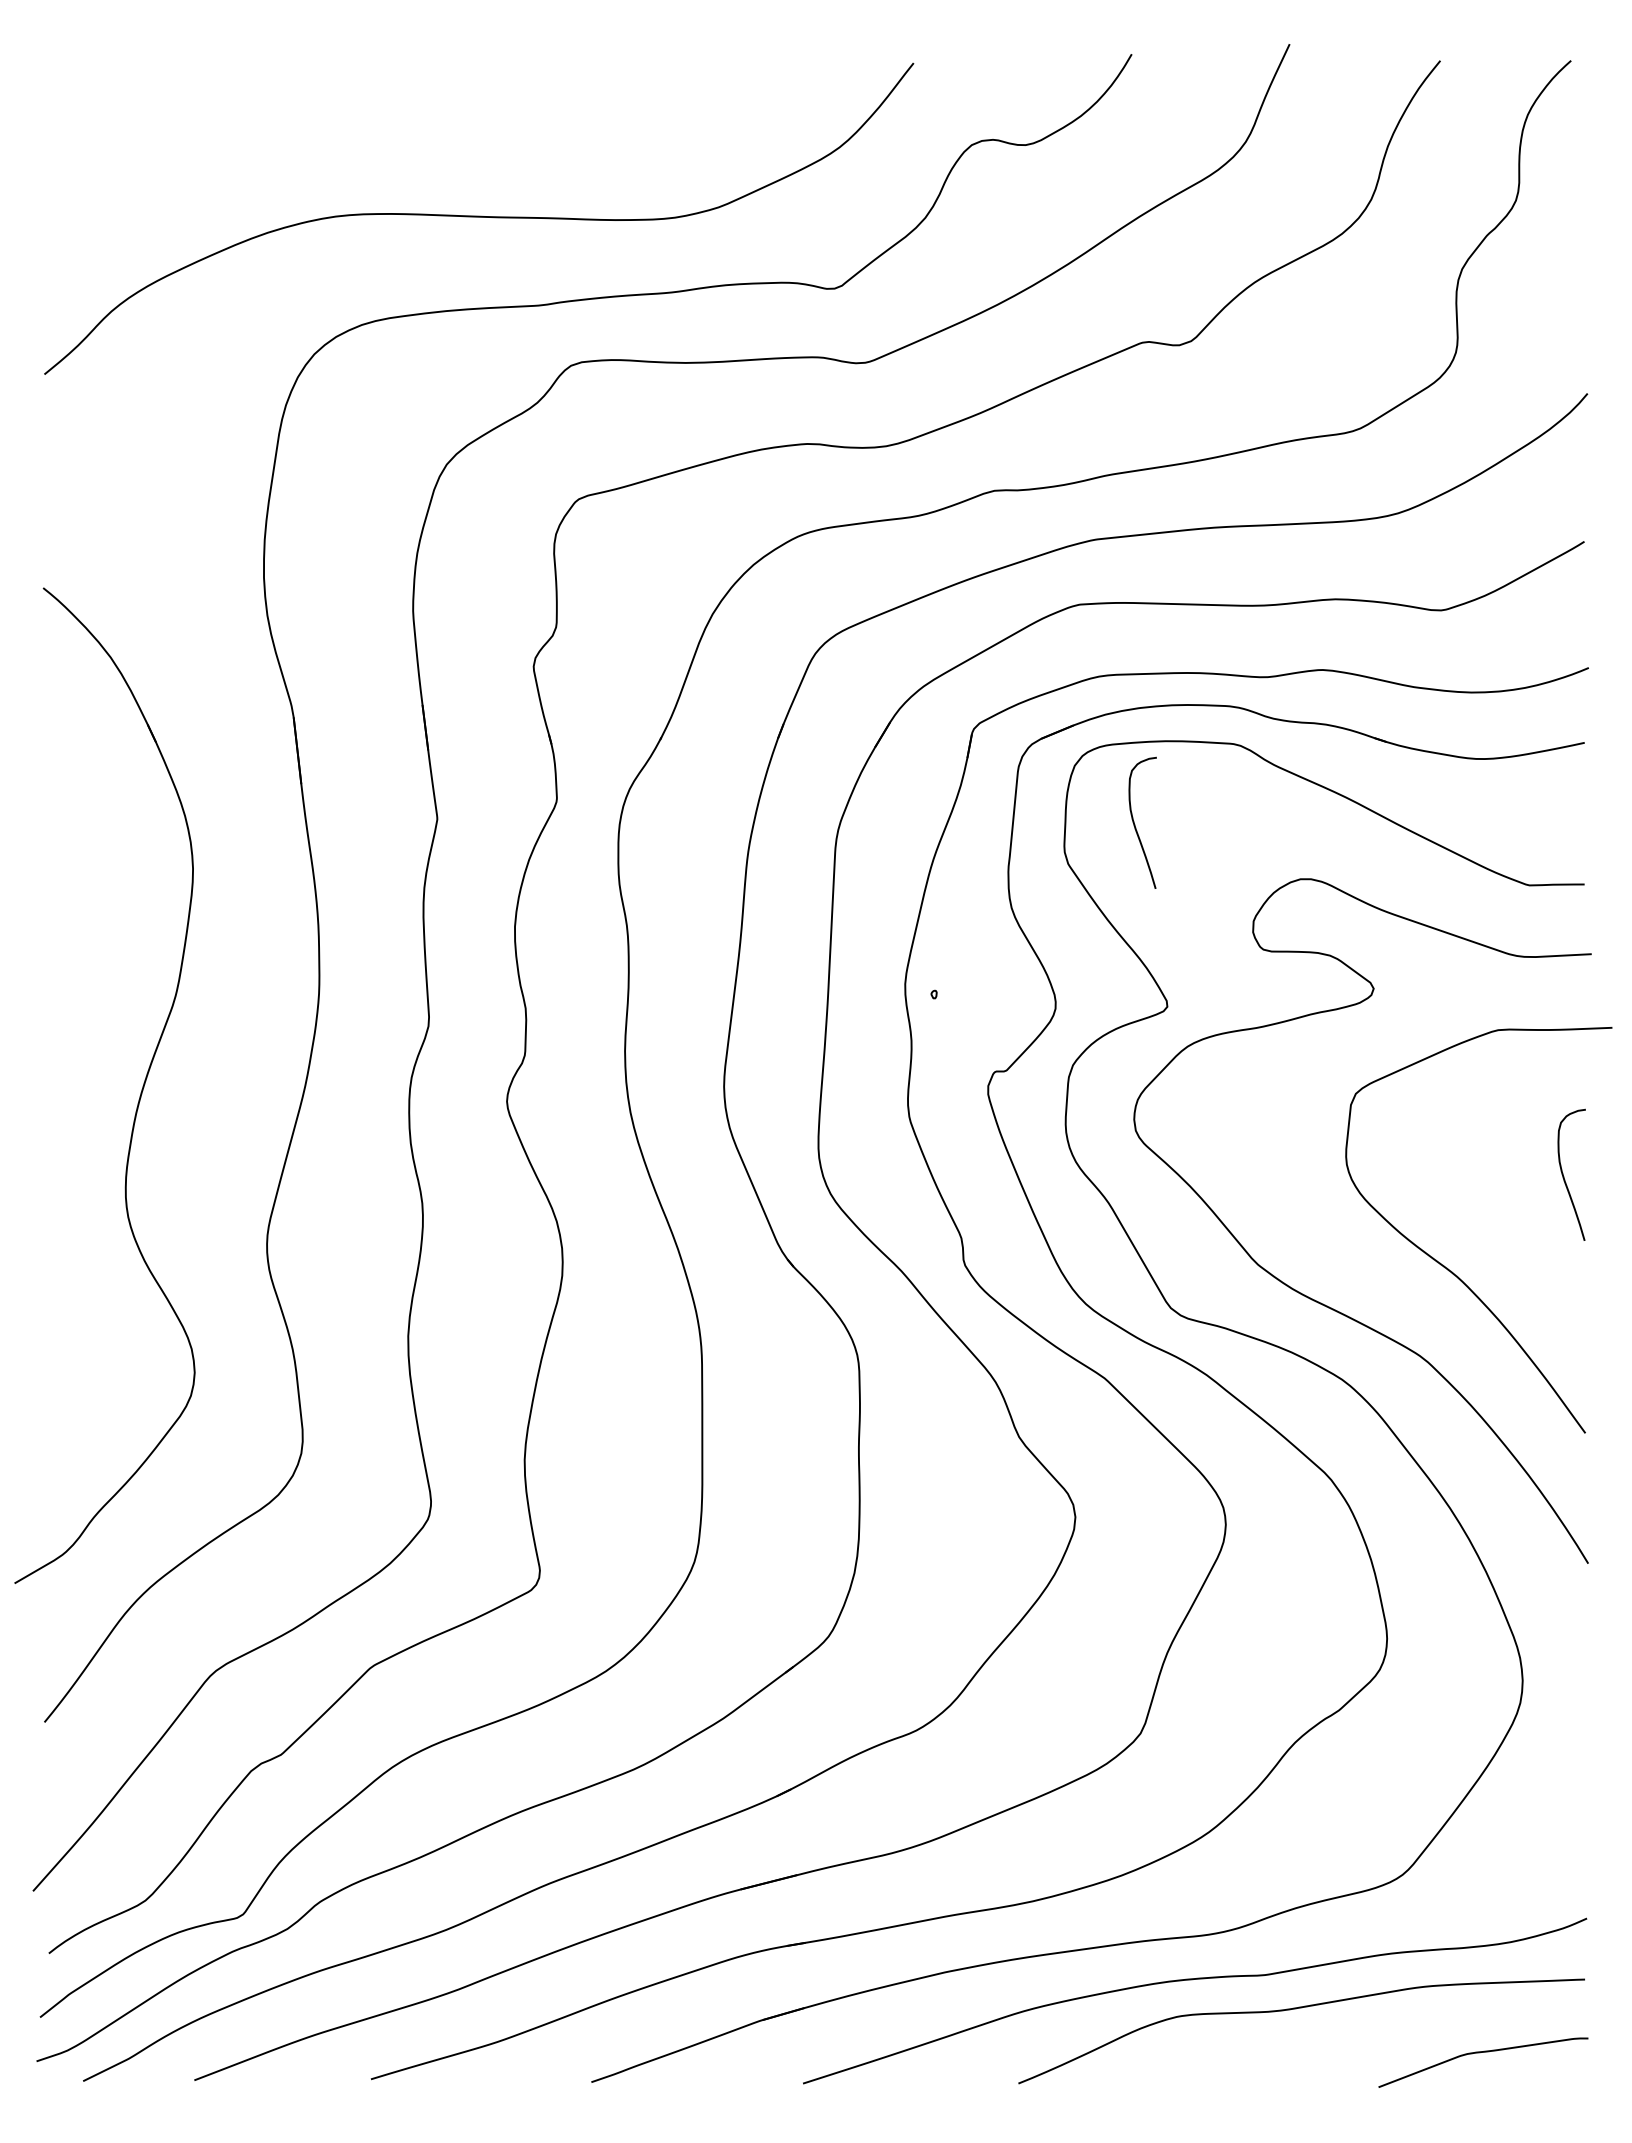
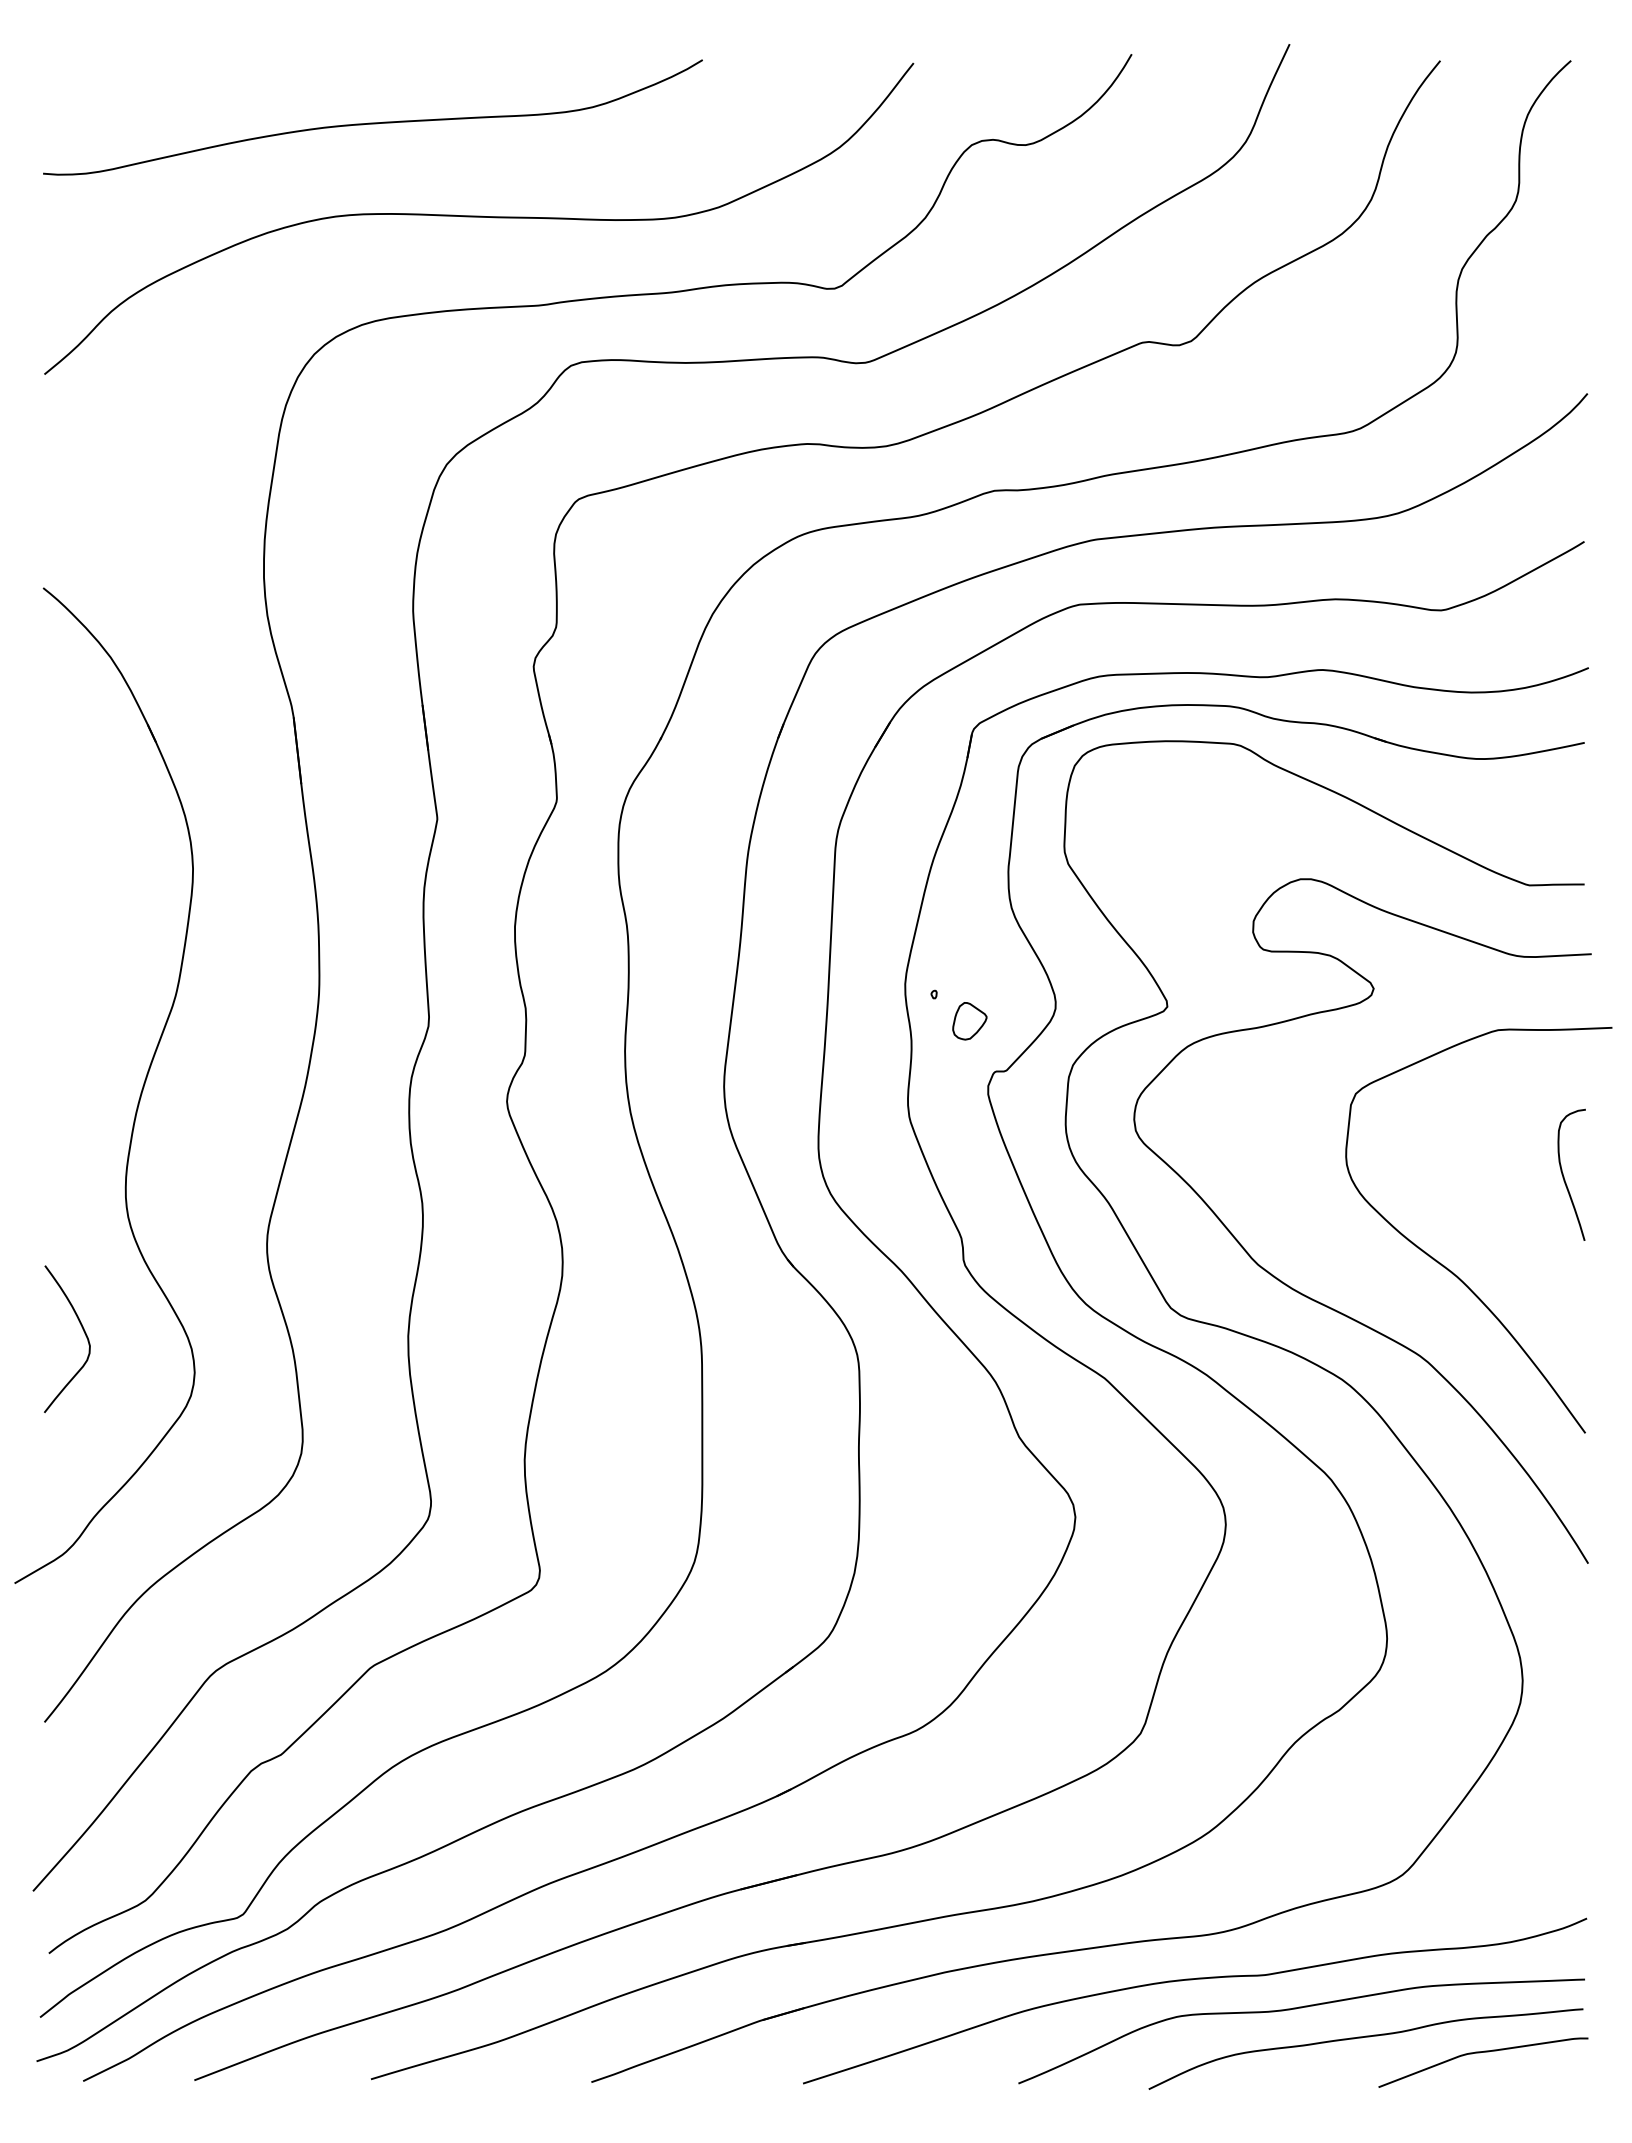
curve at (372, 122): none -> present
curve at (1135, 824): present -> none
part at (969, 1021): none -> present
curve at (83, 1331): none -> present
curve at (1362, 2038): none -> present
